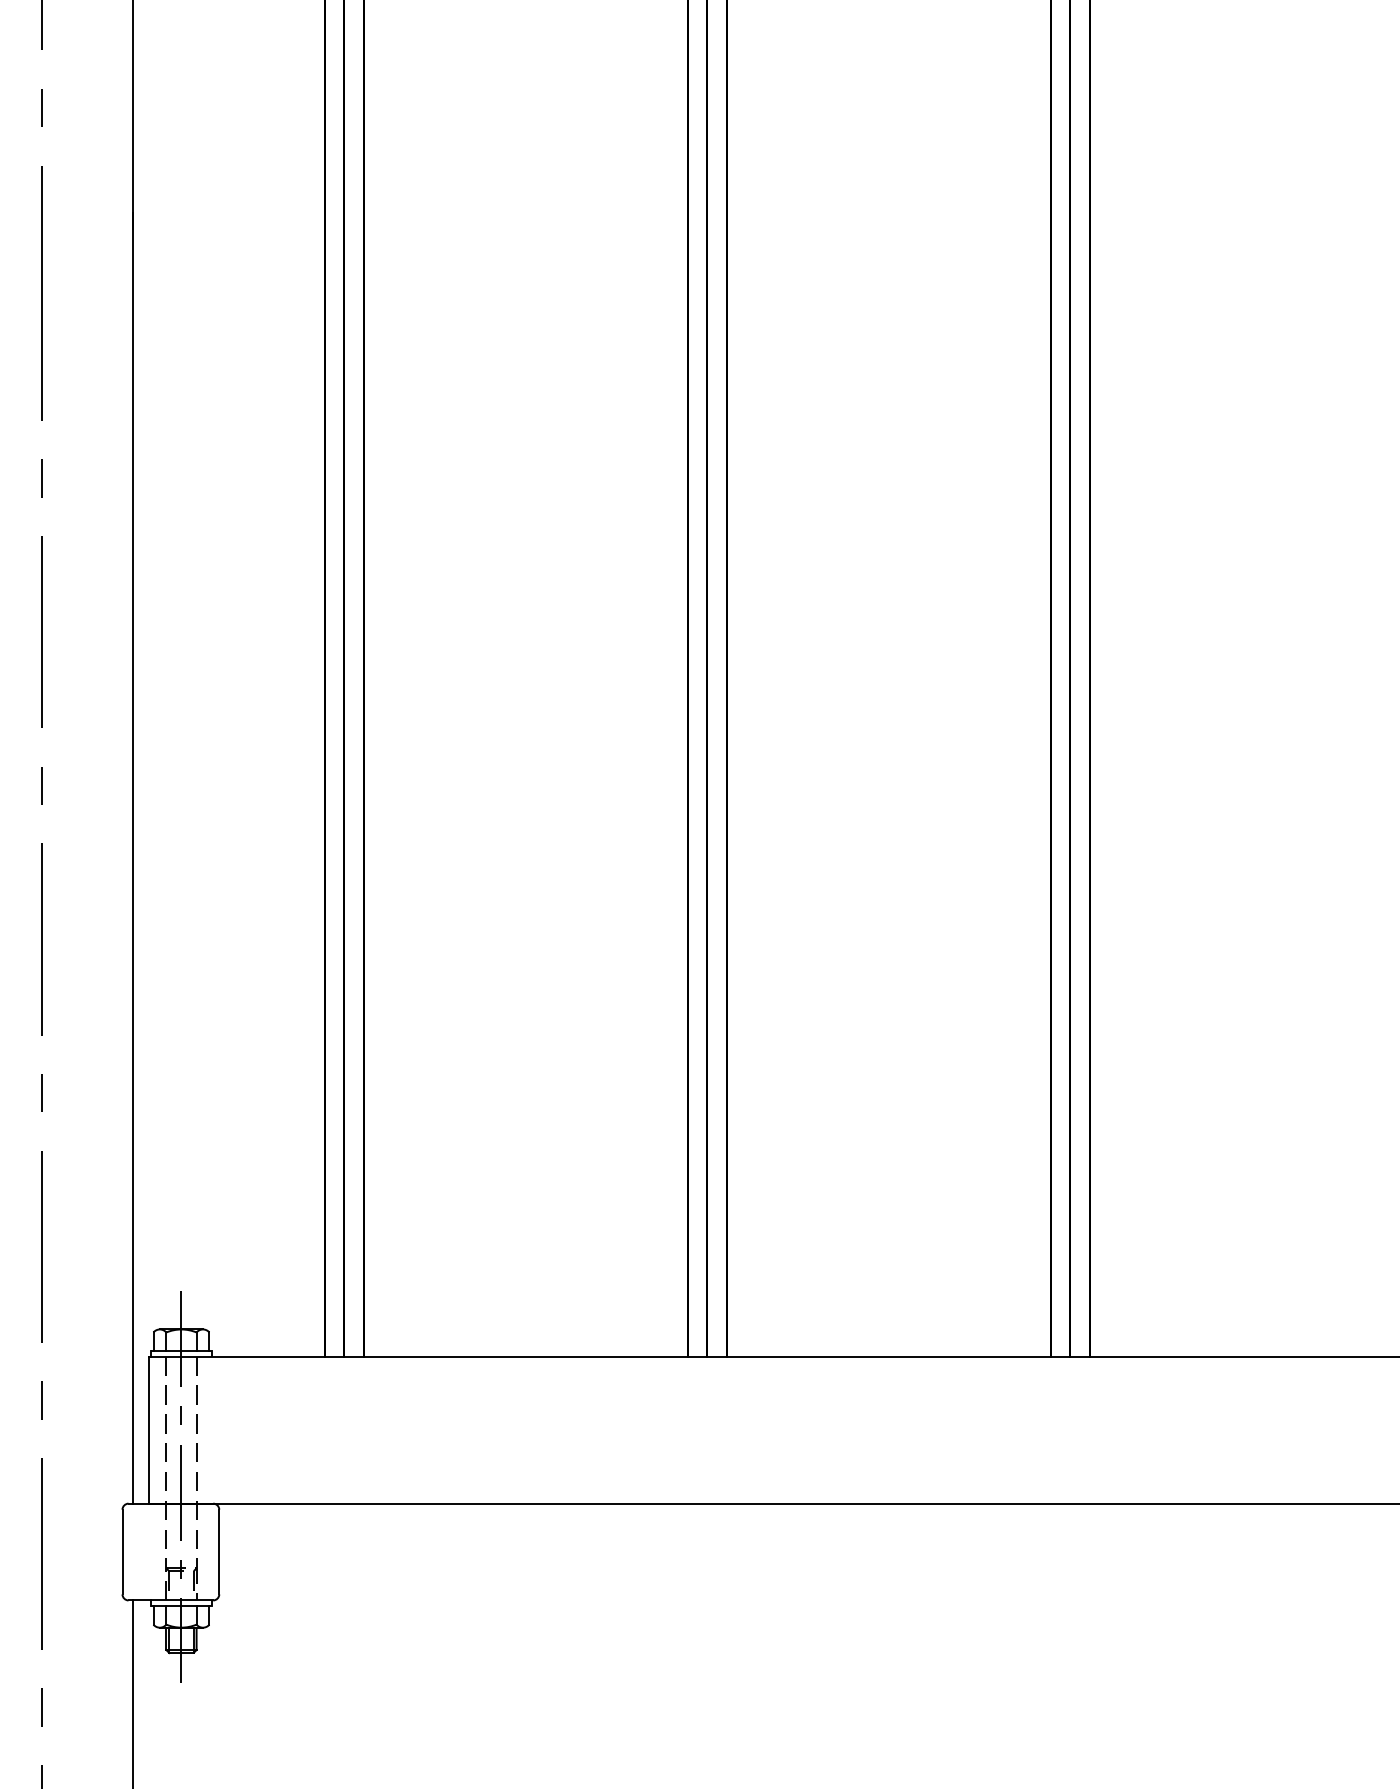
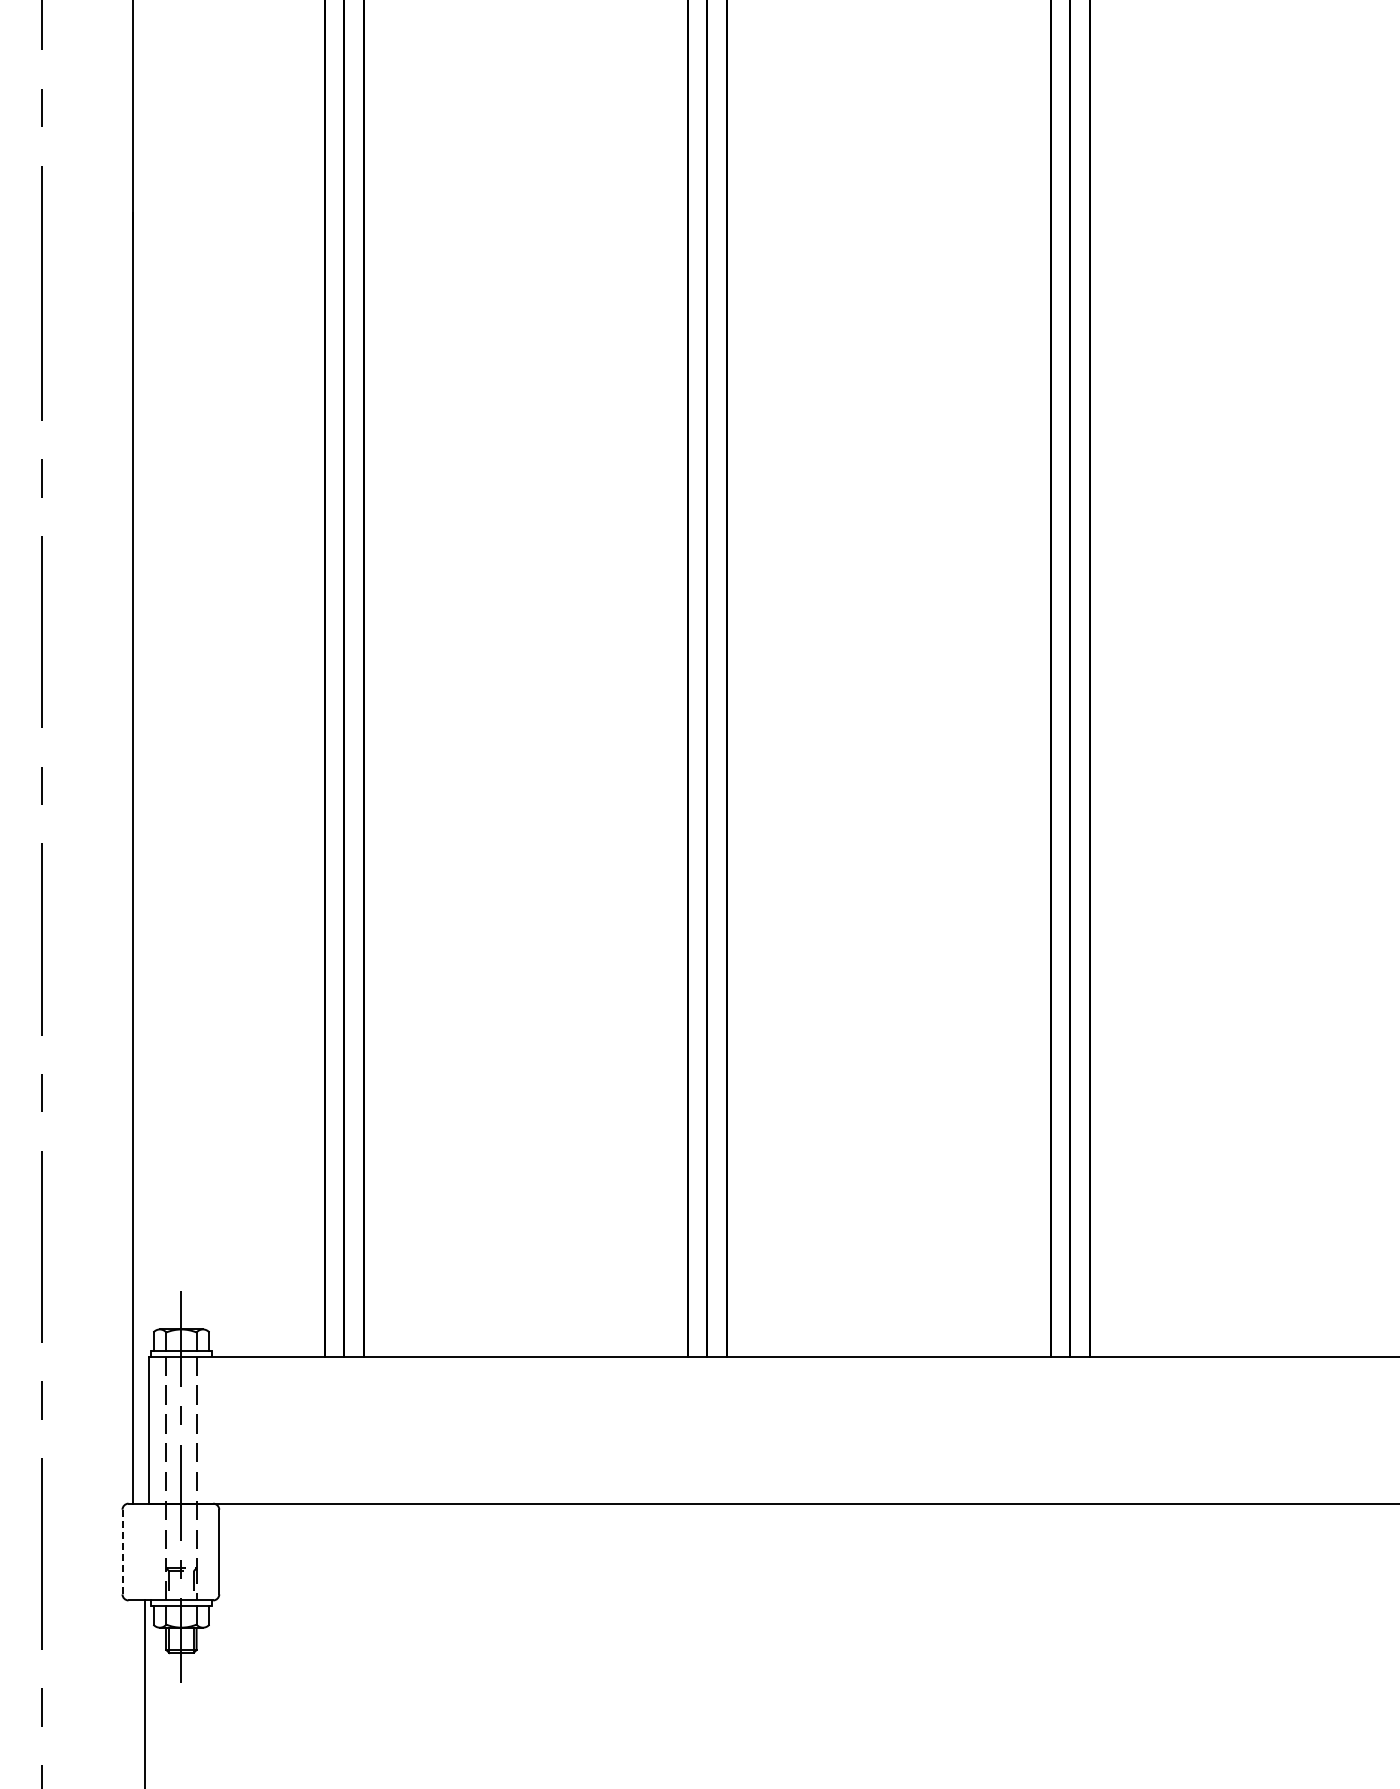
line at (122, 1551): solid -> dashed
line at (133, 1692) position: (133, 1692) -> (145, 1692)
